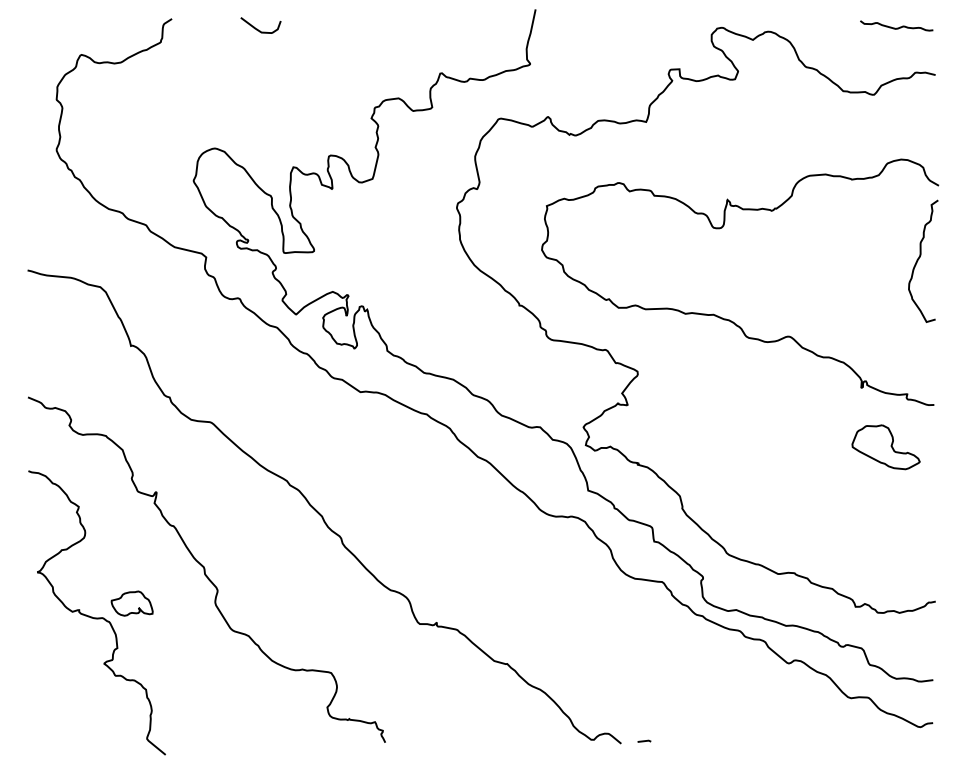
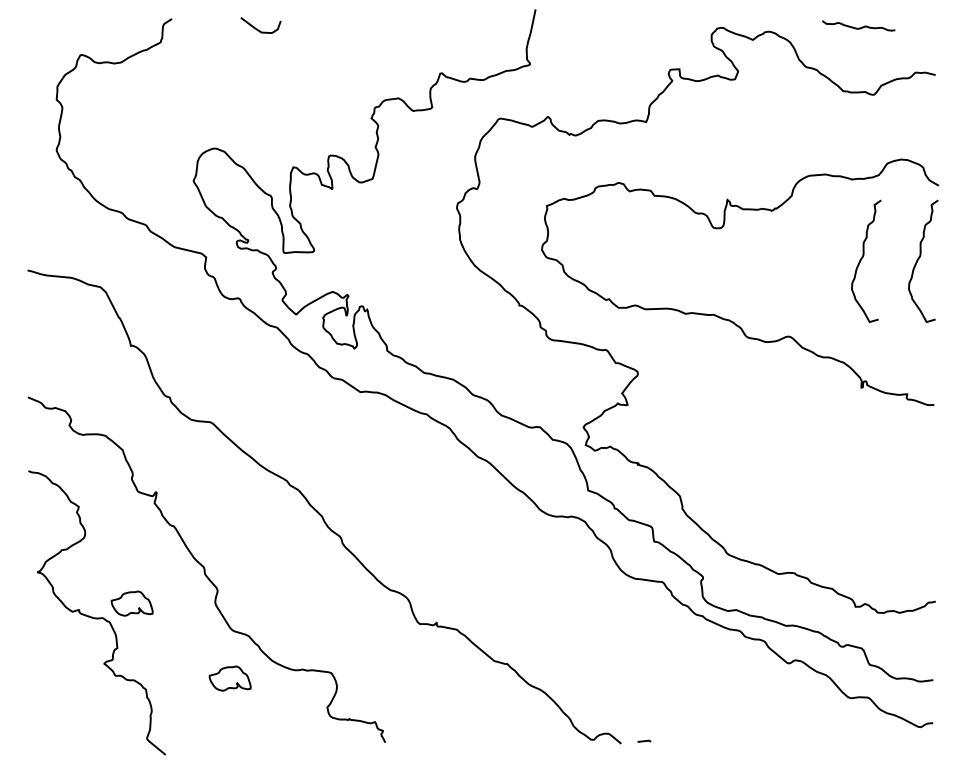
curve at (896, 27) position: (896, 27) -> (858, 27)
curve at (862, 259): none -> present
part at (885, 447): present -> none
part at (229, 678): none -> present
